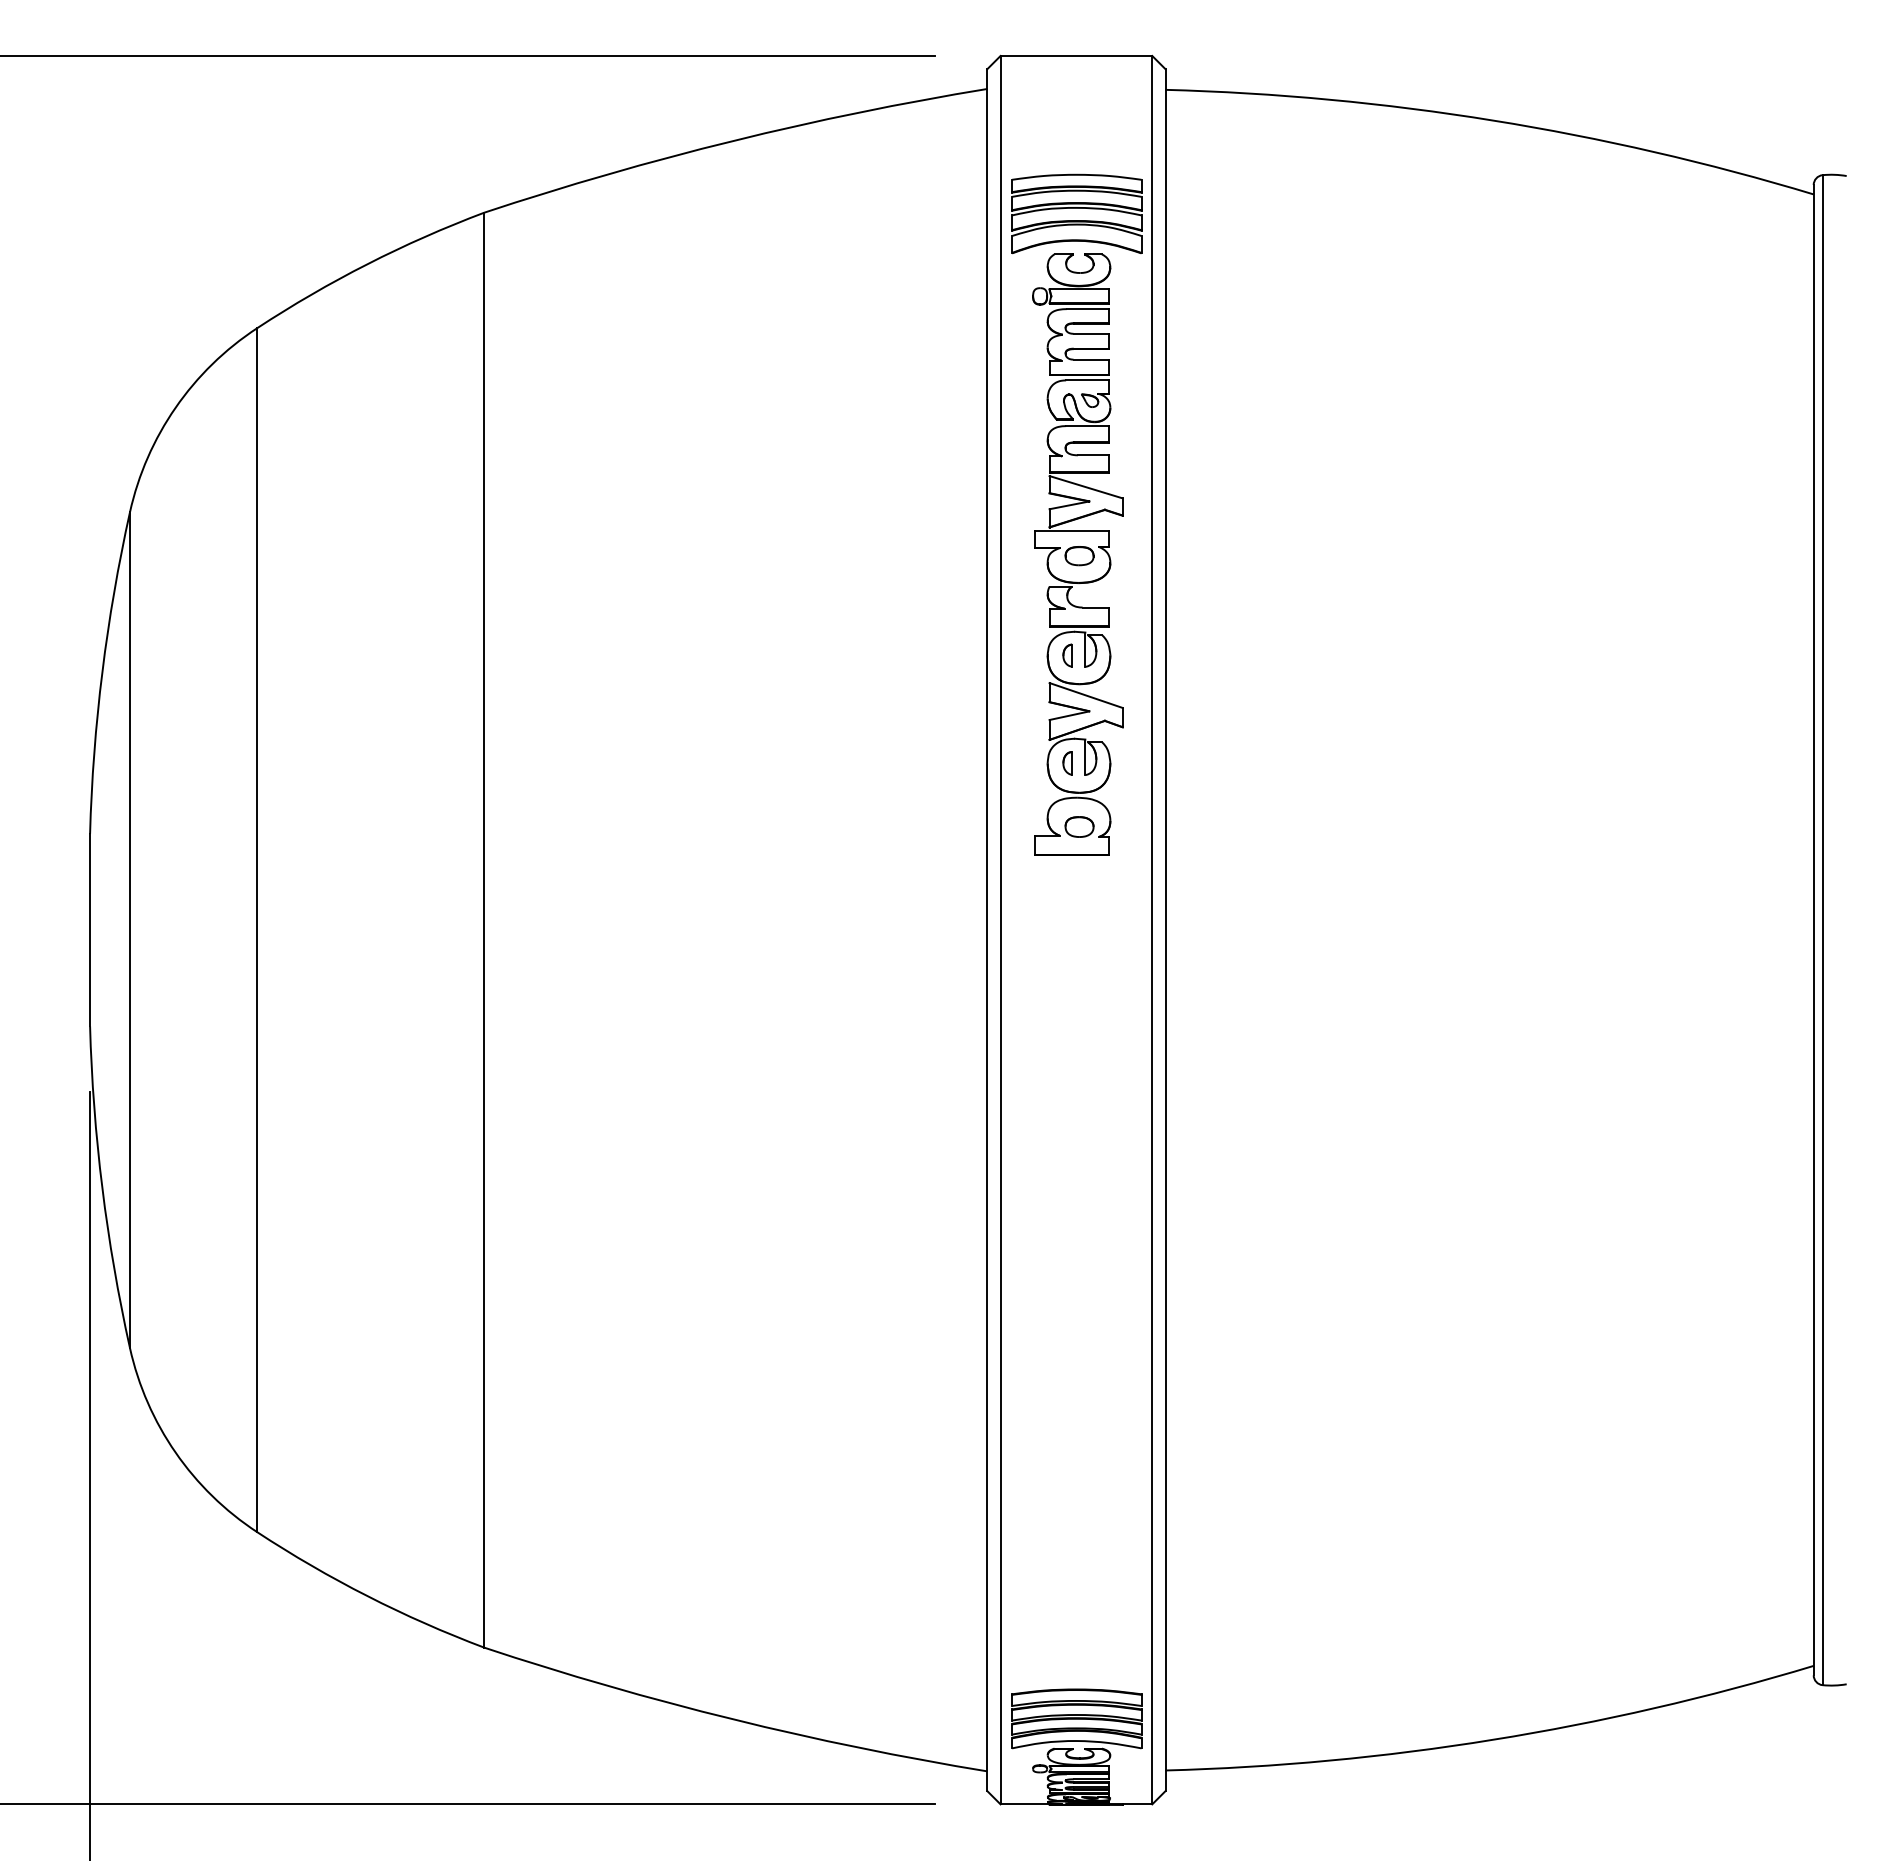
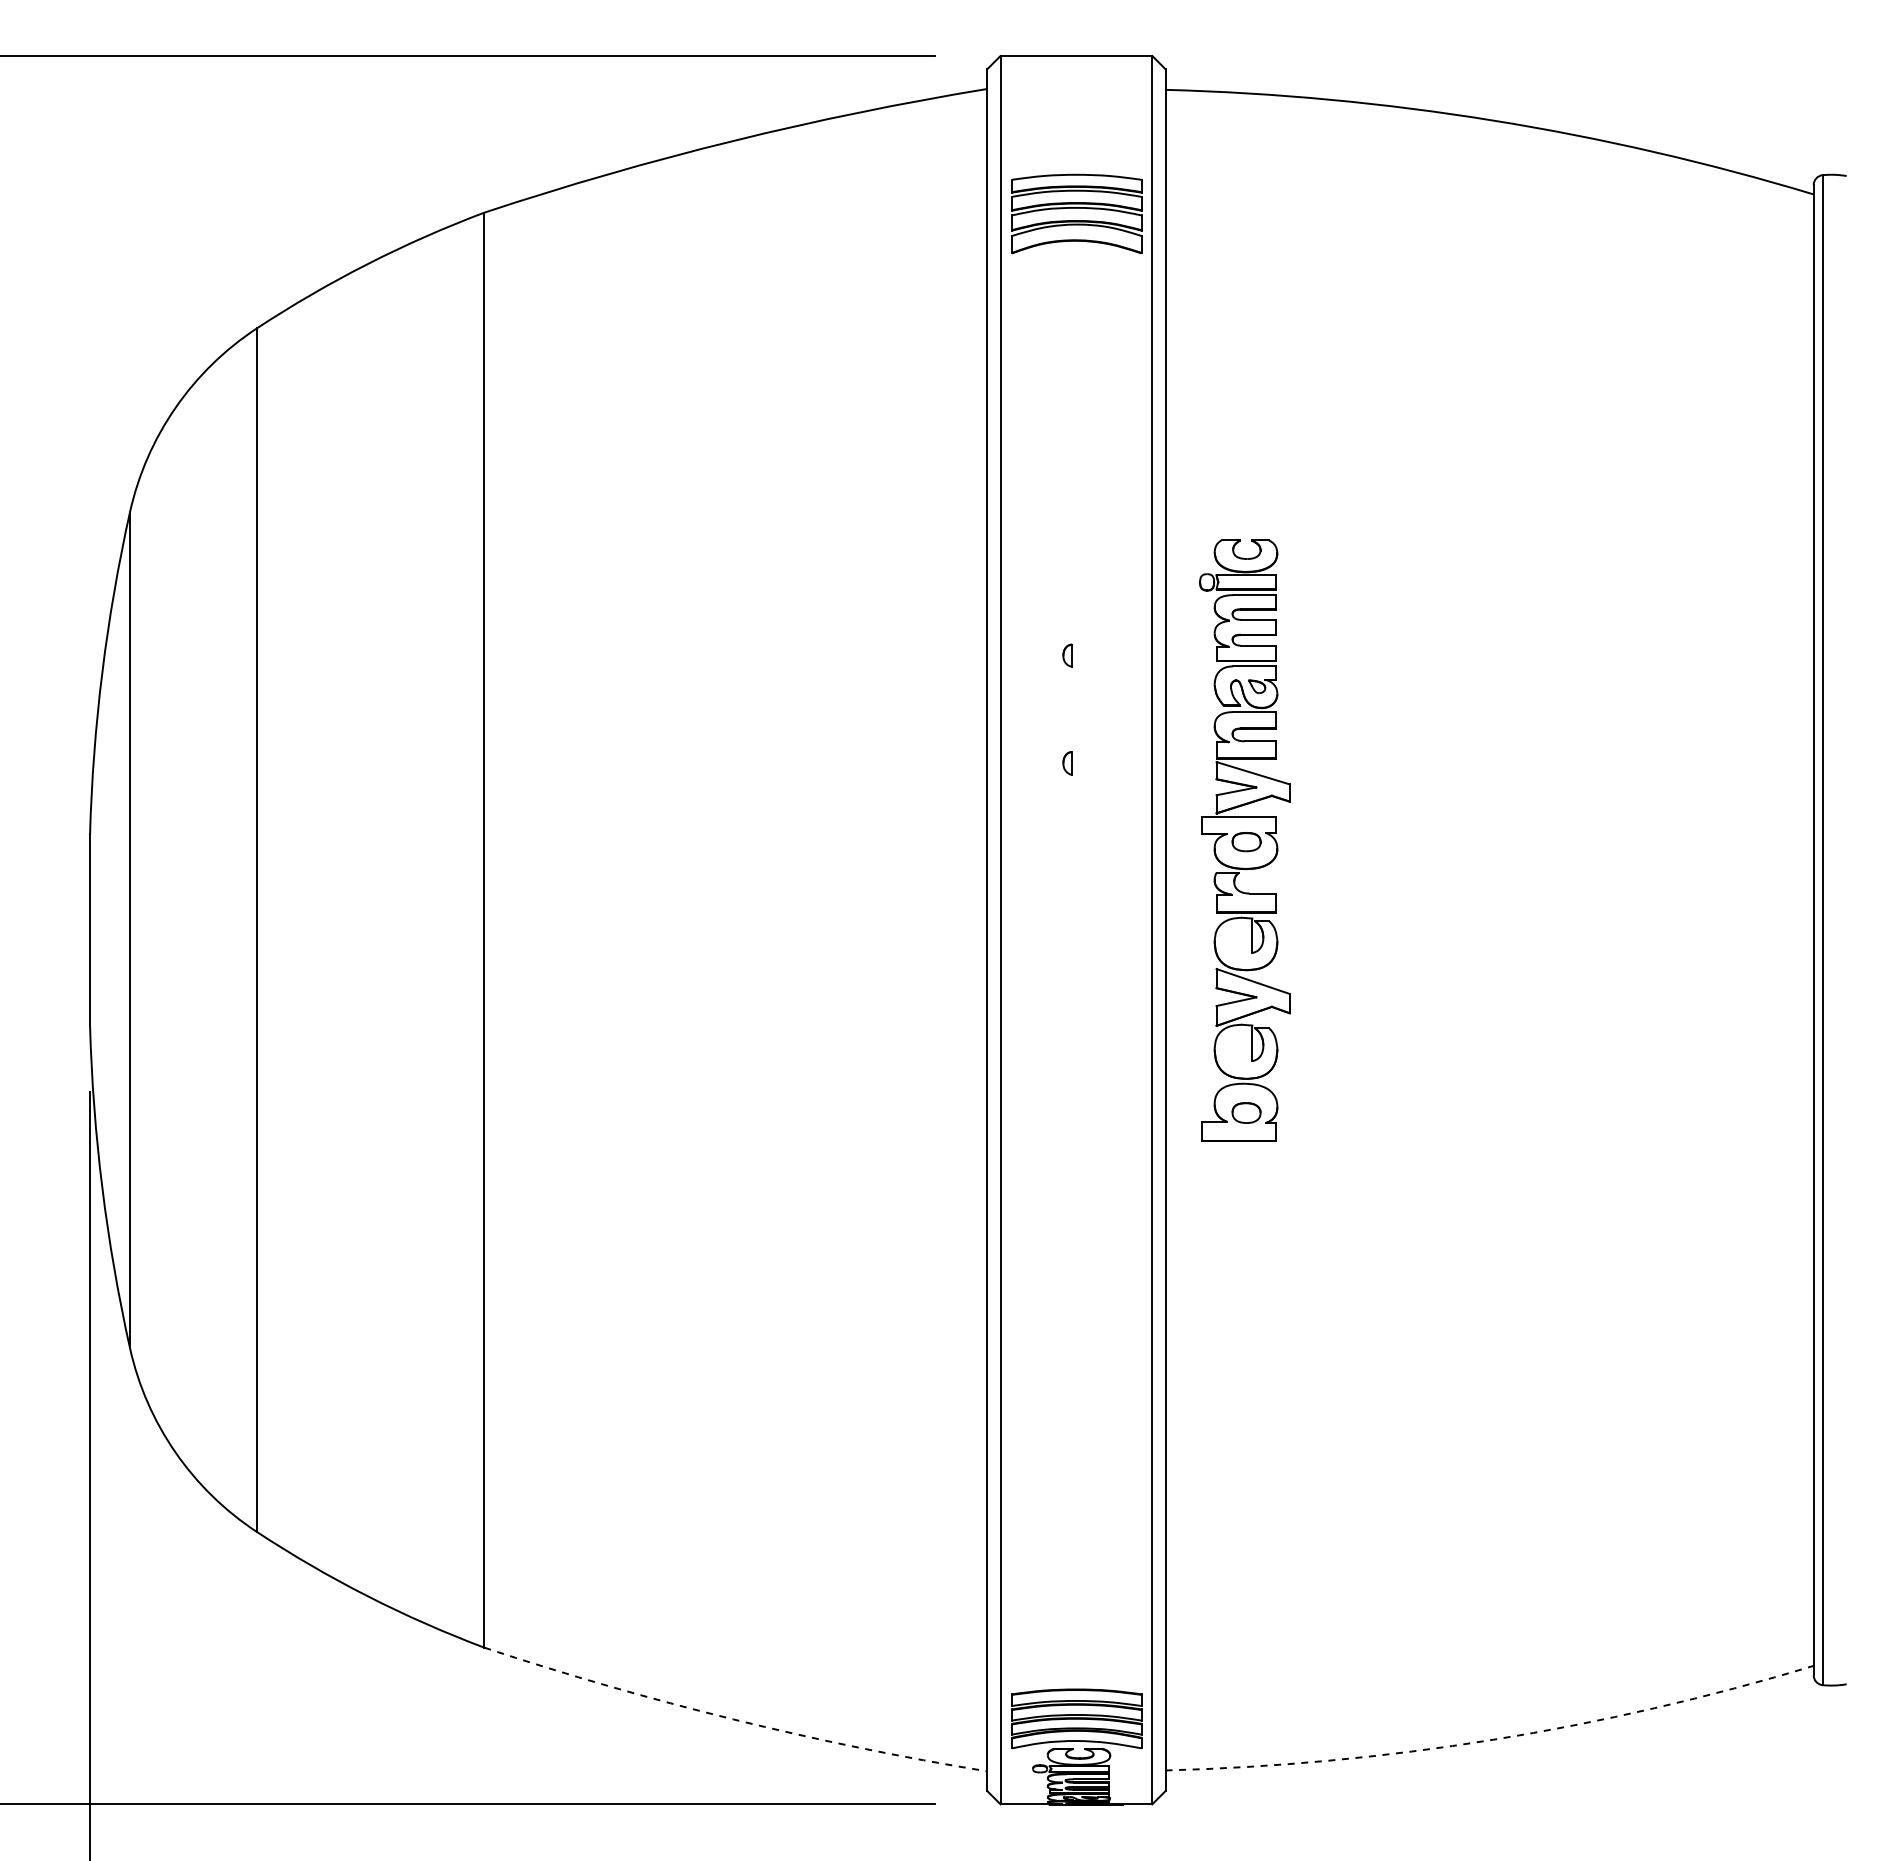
part at (1077, 554) position: (1077, 554) -> (1244, 840)
arc at (733, 1719): solid -> dashed
arc at (1493, 1739): solid -> dashed
